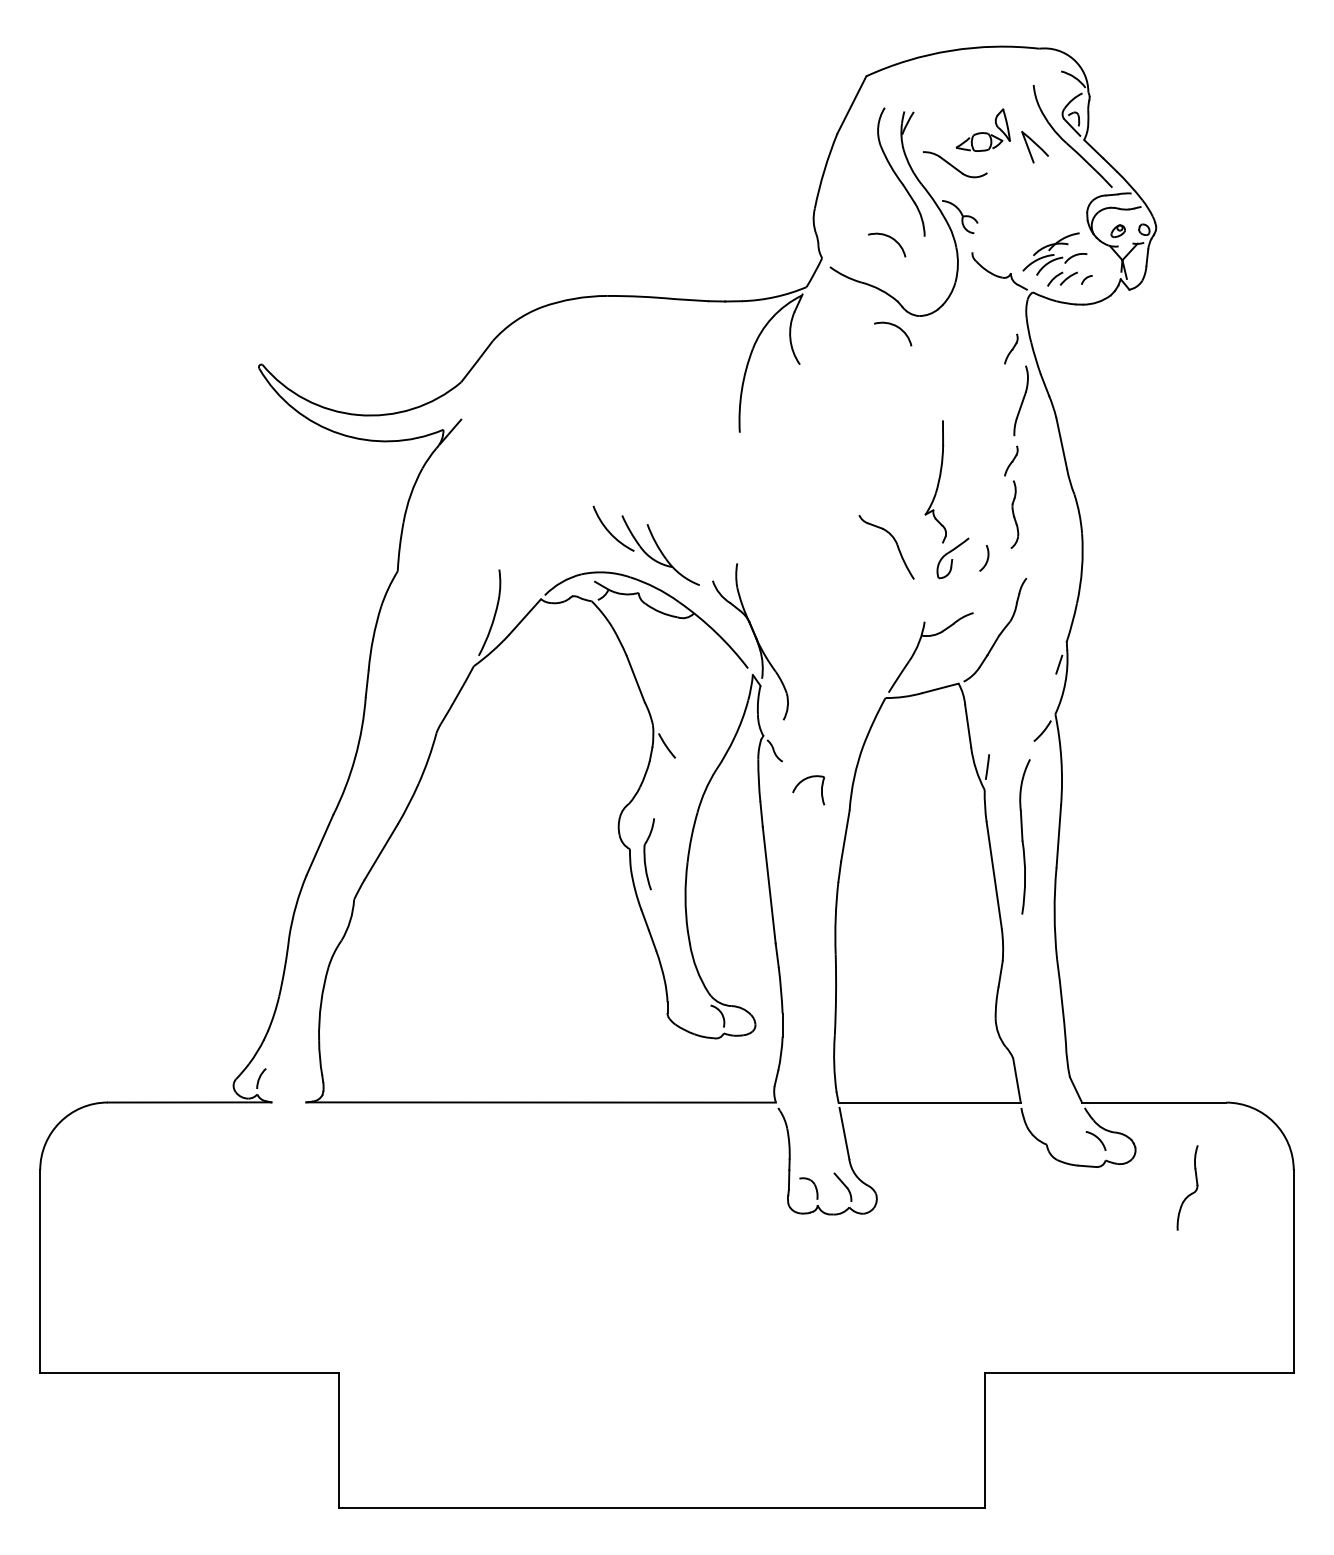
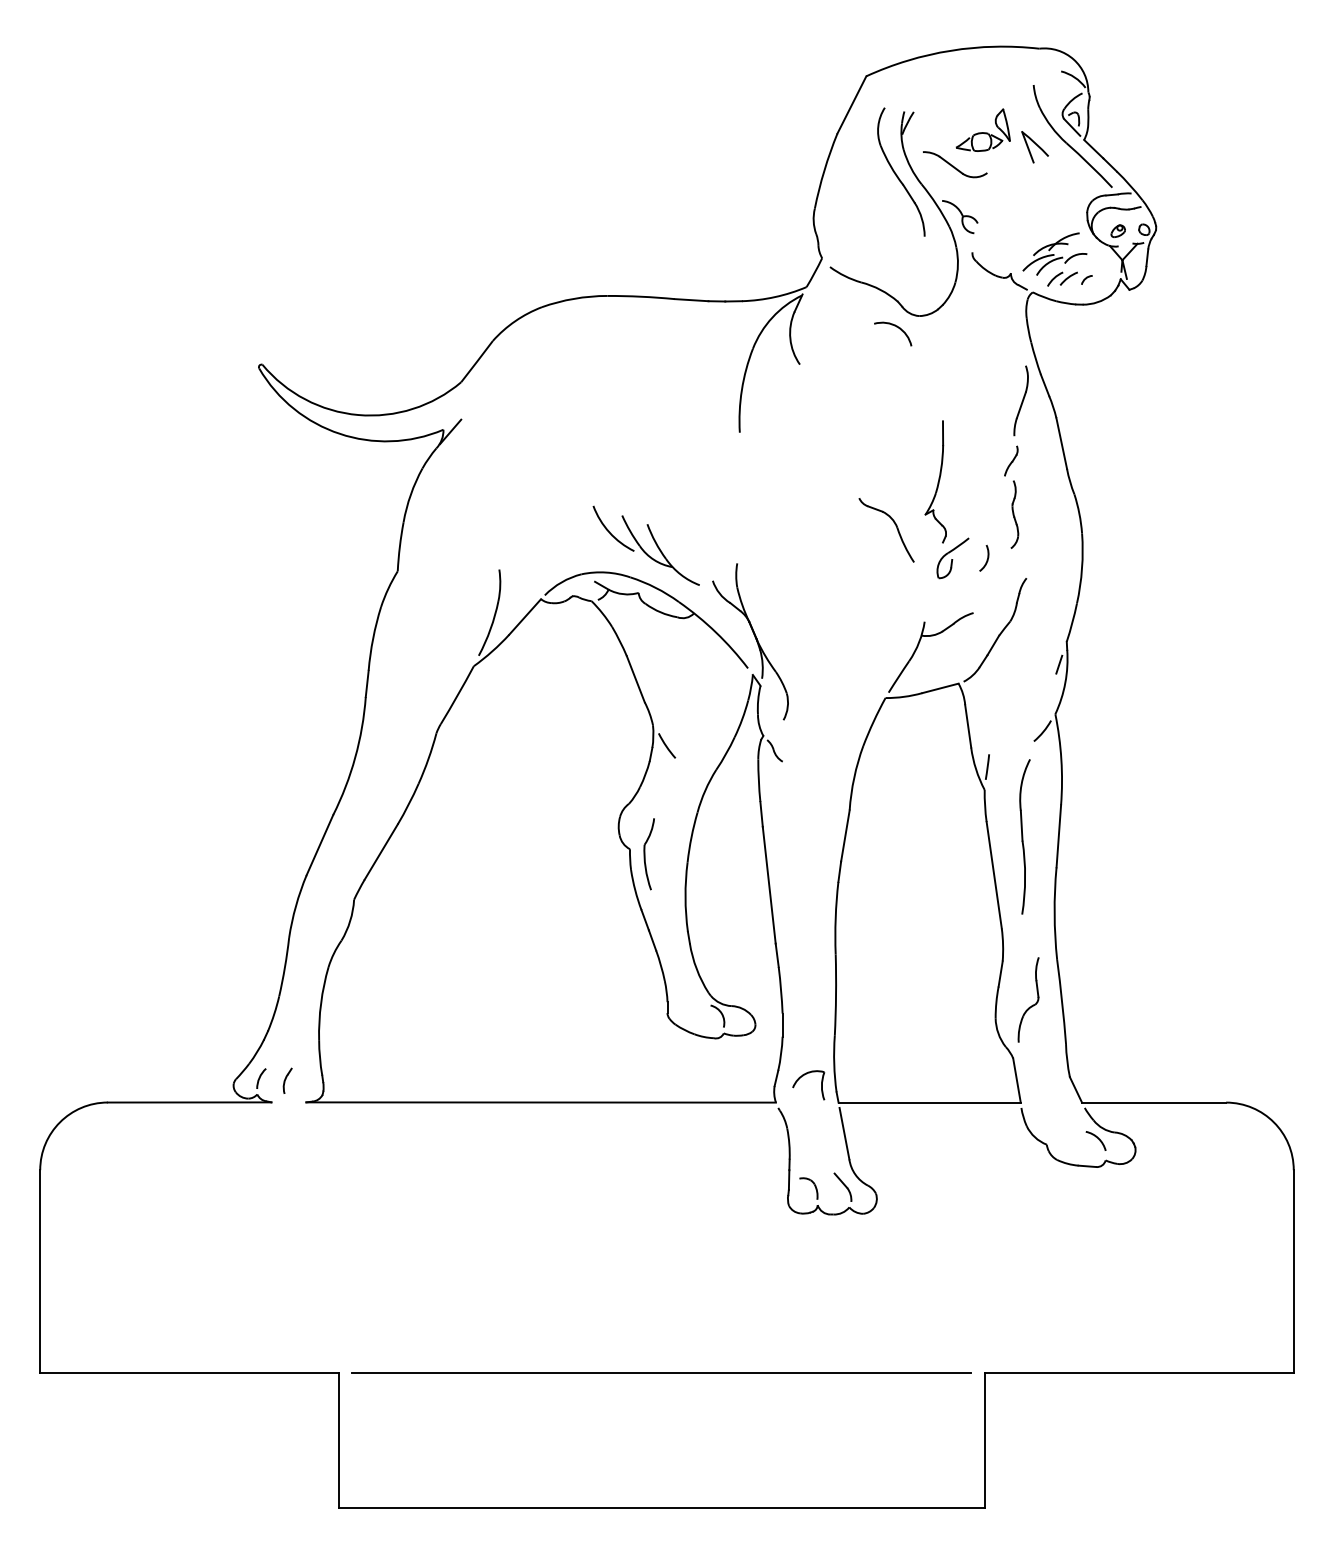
arc at (890, 238): present -> none
part at (1011, 348): present -> none
part at (895, 543) position: (895, 543) -> (895, 526)
part at (803, 781) position: (803, 781) -> (803, 1076)
part at (287, 1080): none -> present
part at (1191, 1192) position: (1191, 1192) -> (1032, 1004)
line at (661, 1373): none -> present
